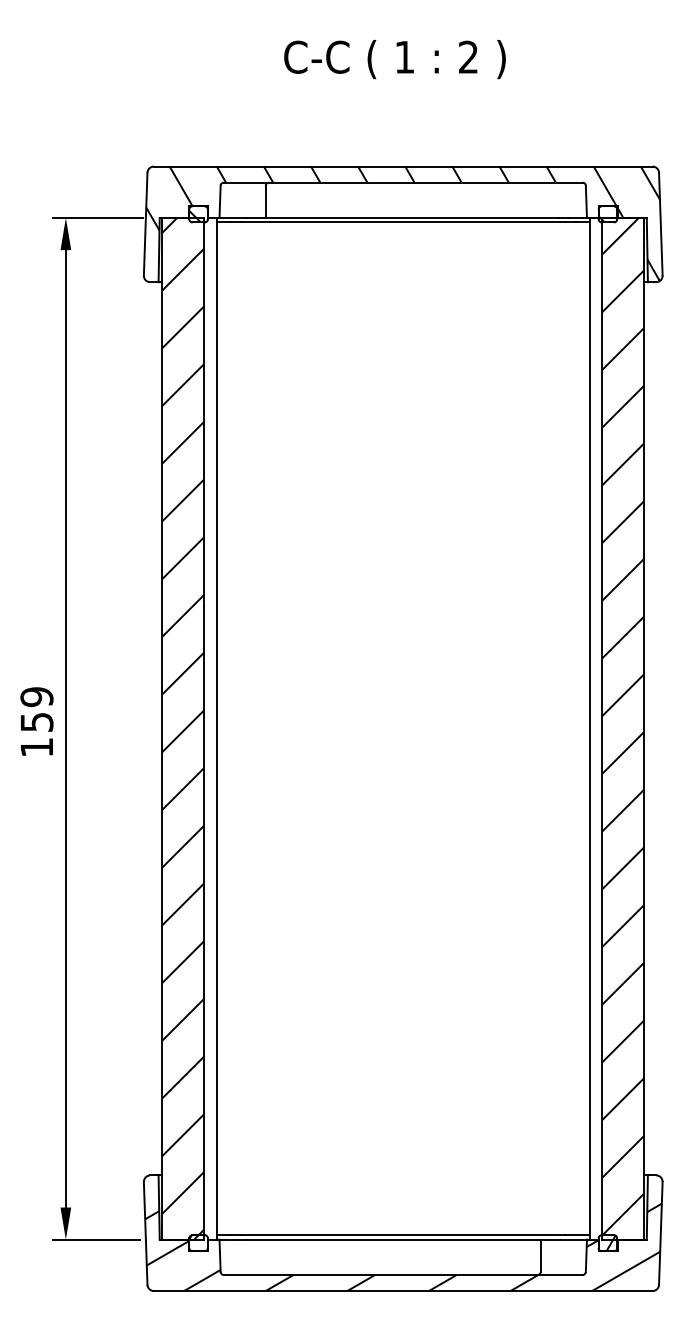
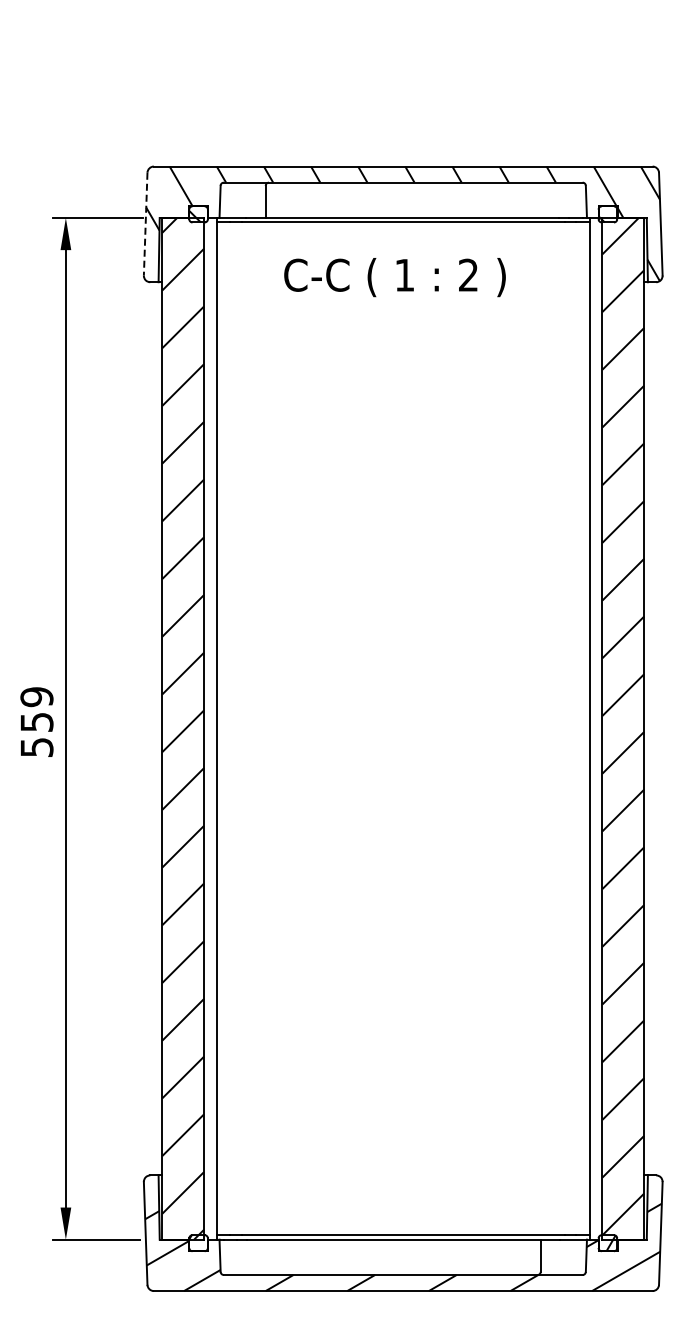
text at (394, 59) position: (394, 59) -> (394, 277)
line at (145, 224): solid -> dashed
text at (36, 747): 159 -> 559
